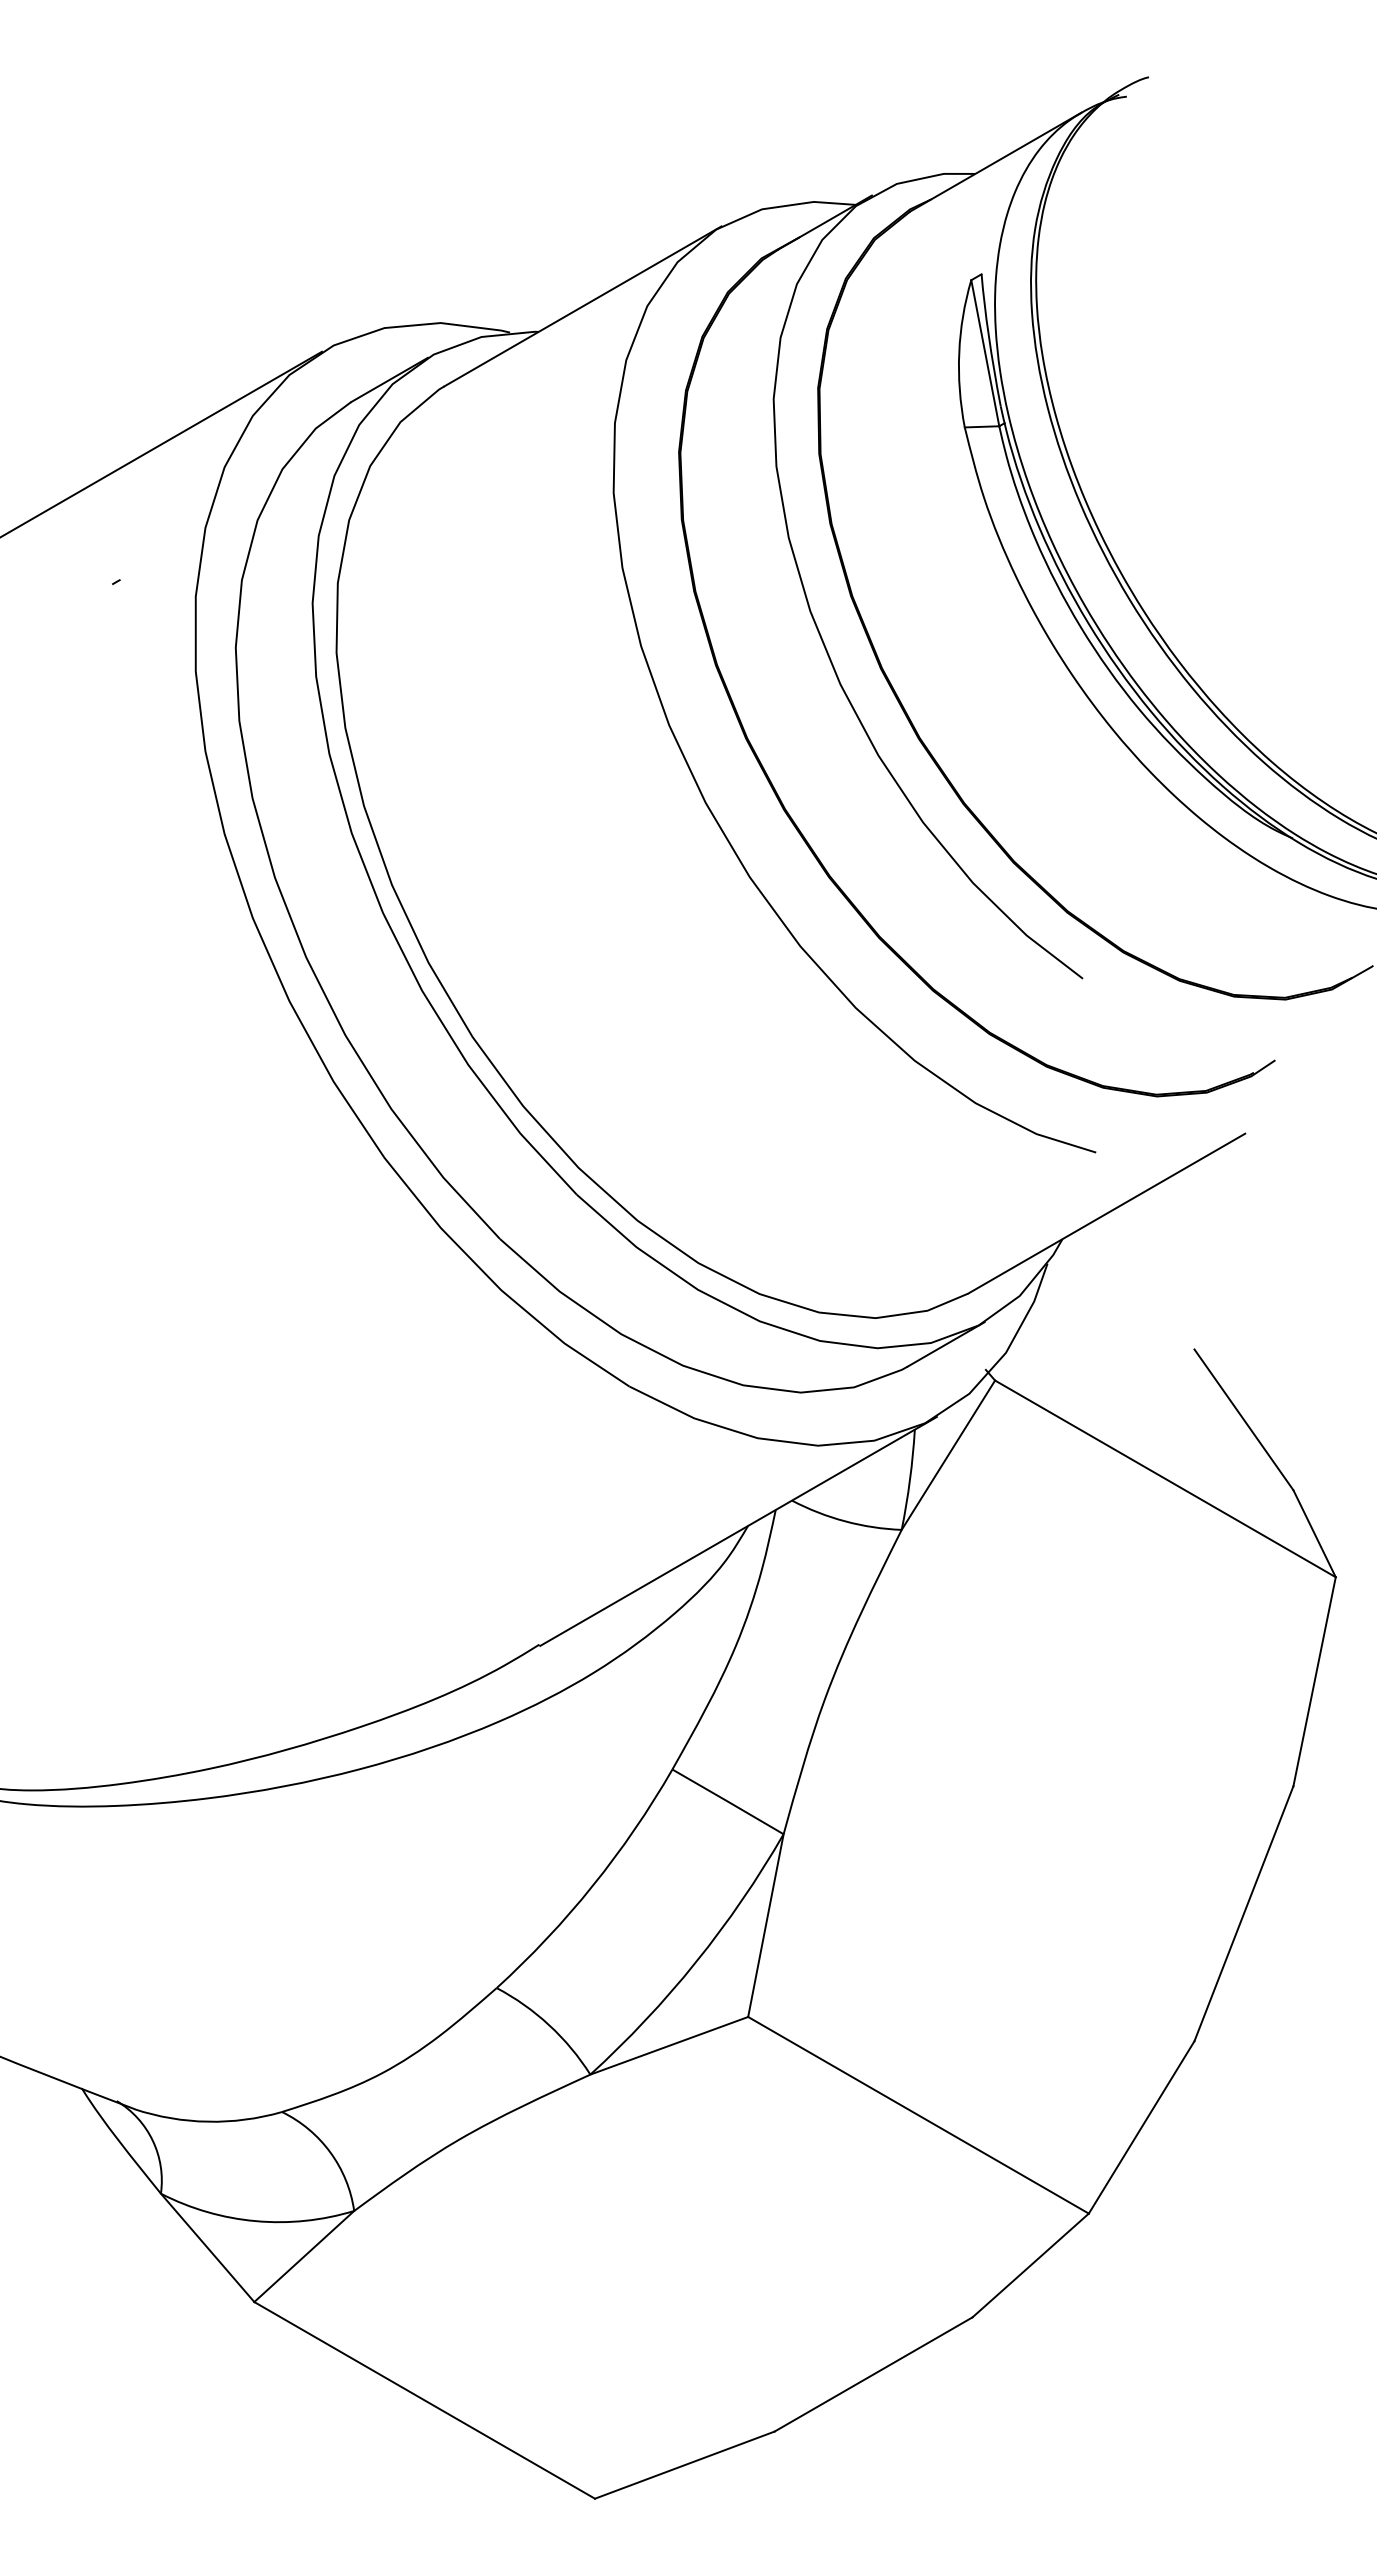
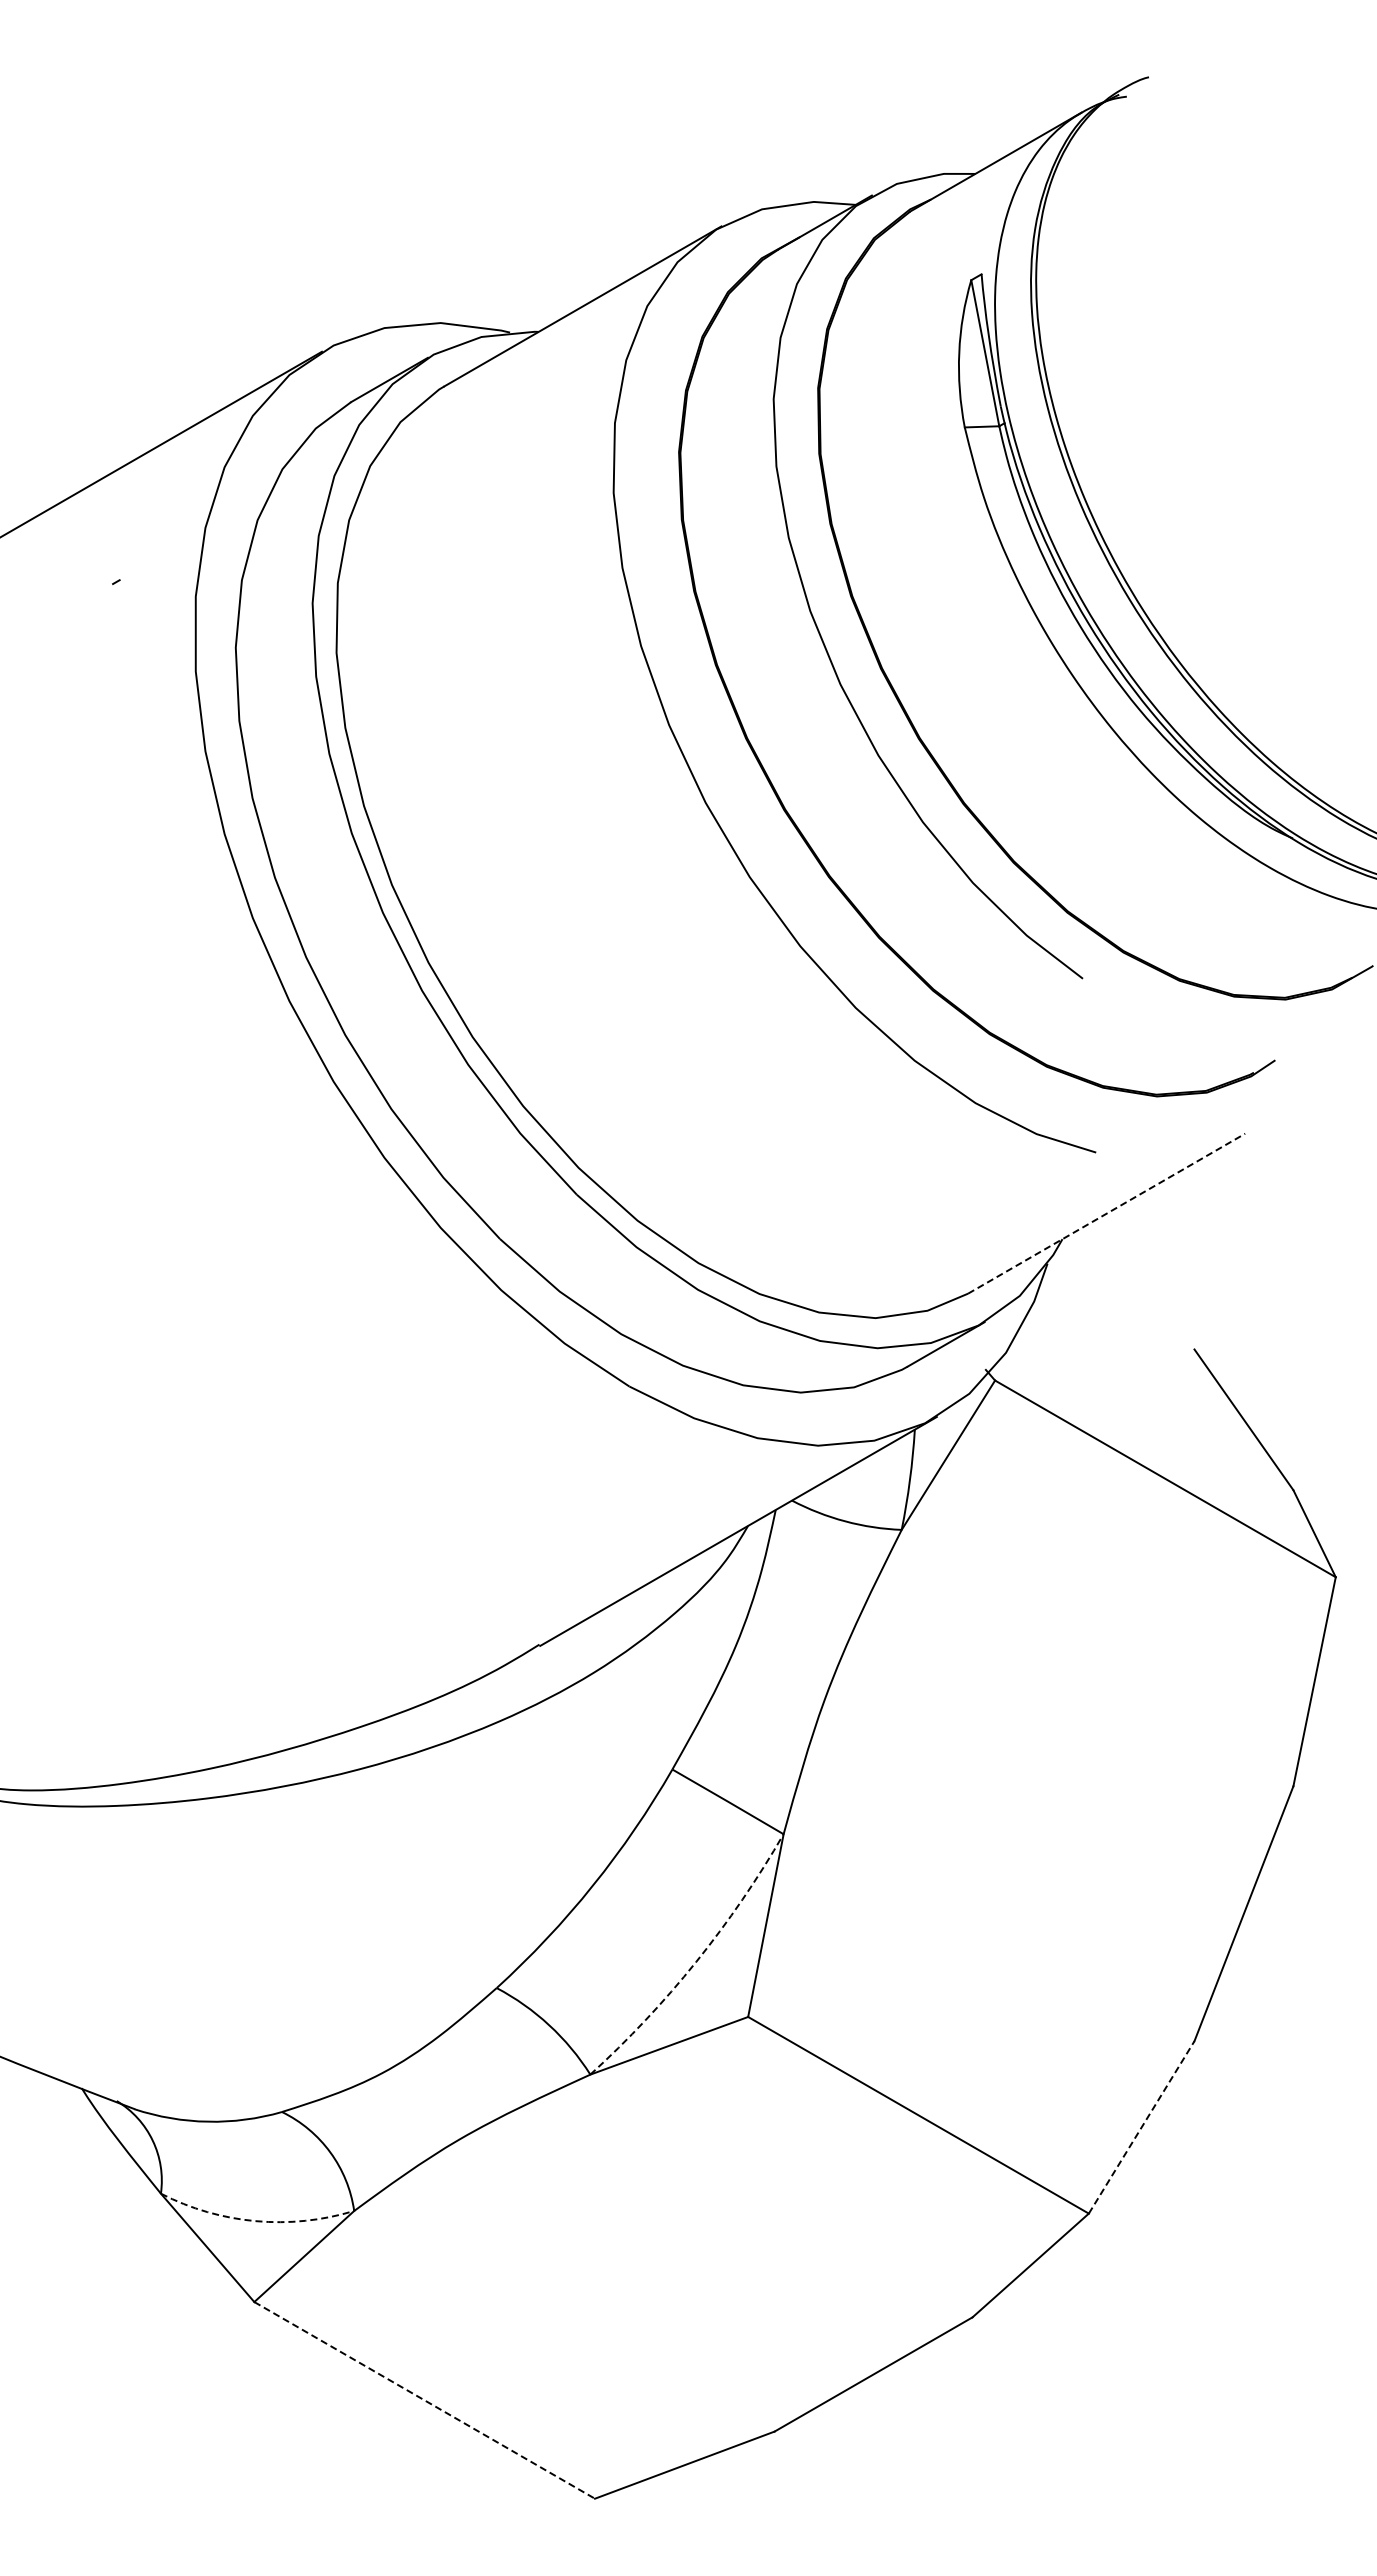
line at (1106, 1213): solid -> dashed
arc at (696, 1961): solid -> dashed
line at (1141, 2126): solid -> dashed
arc at (255, 2221): solid -> dashed
line at (424, 2400): solid -> dashed
